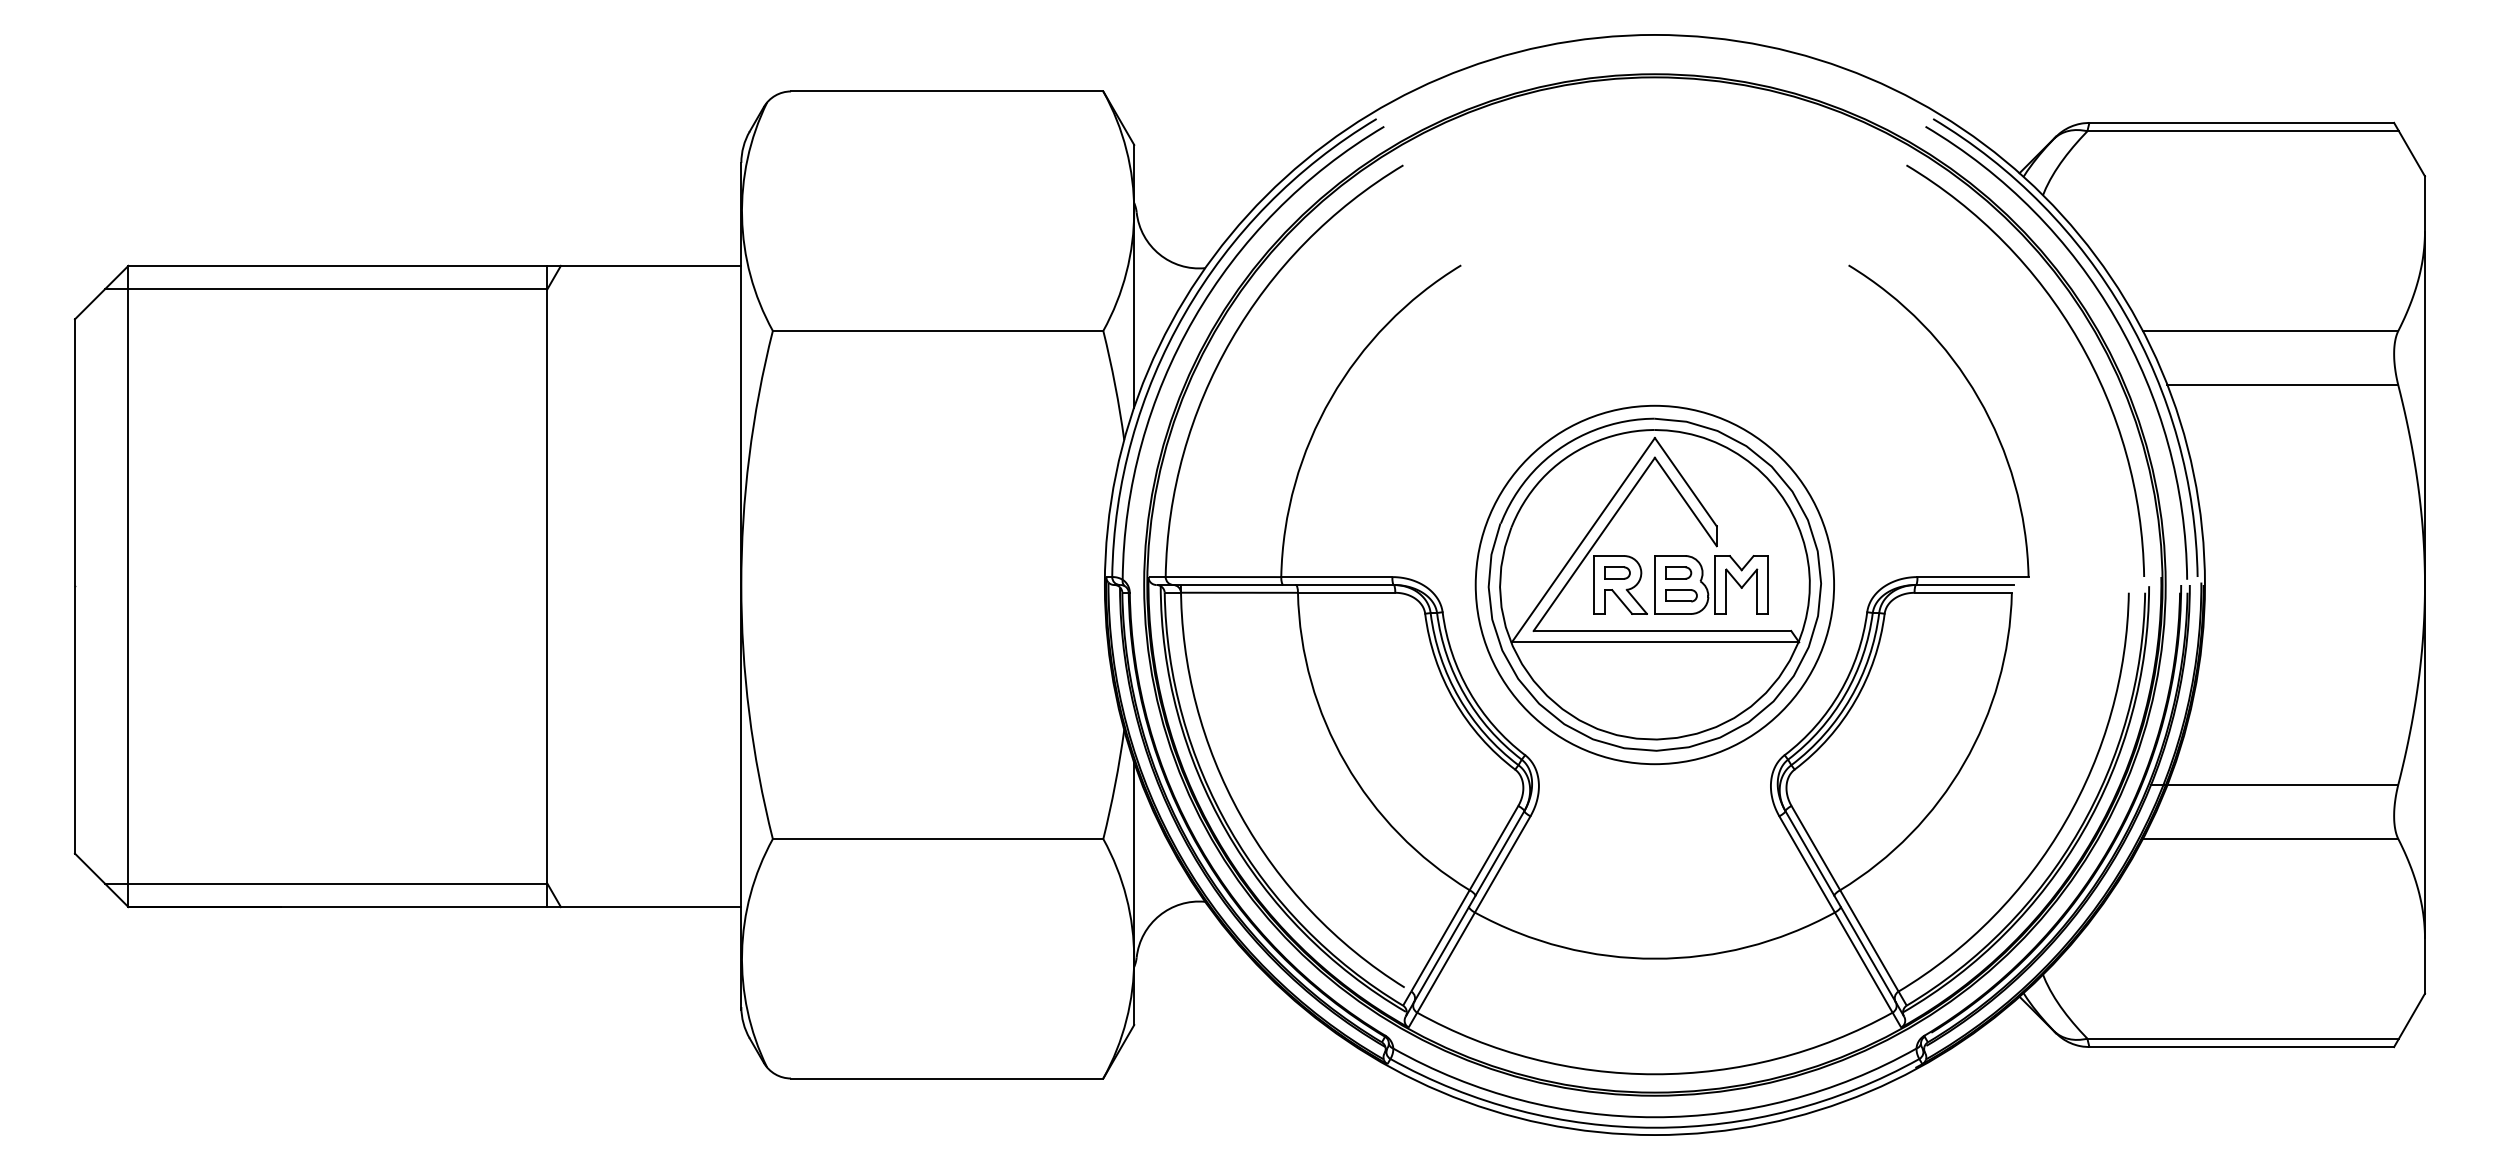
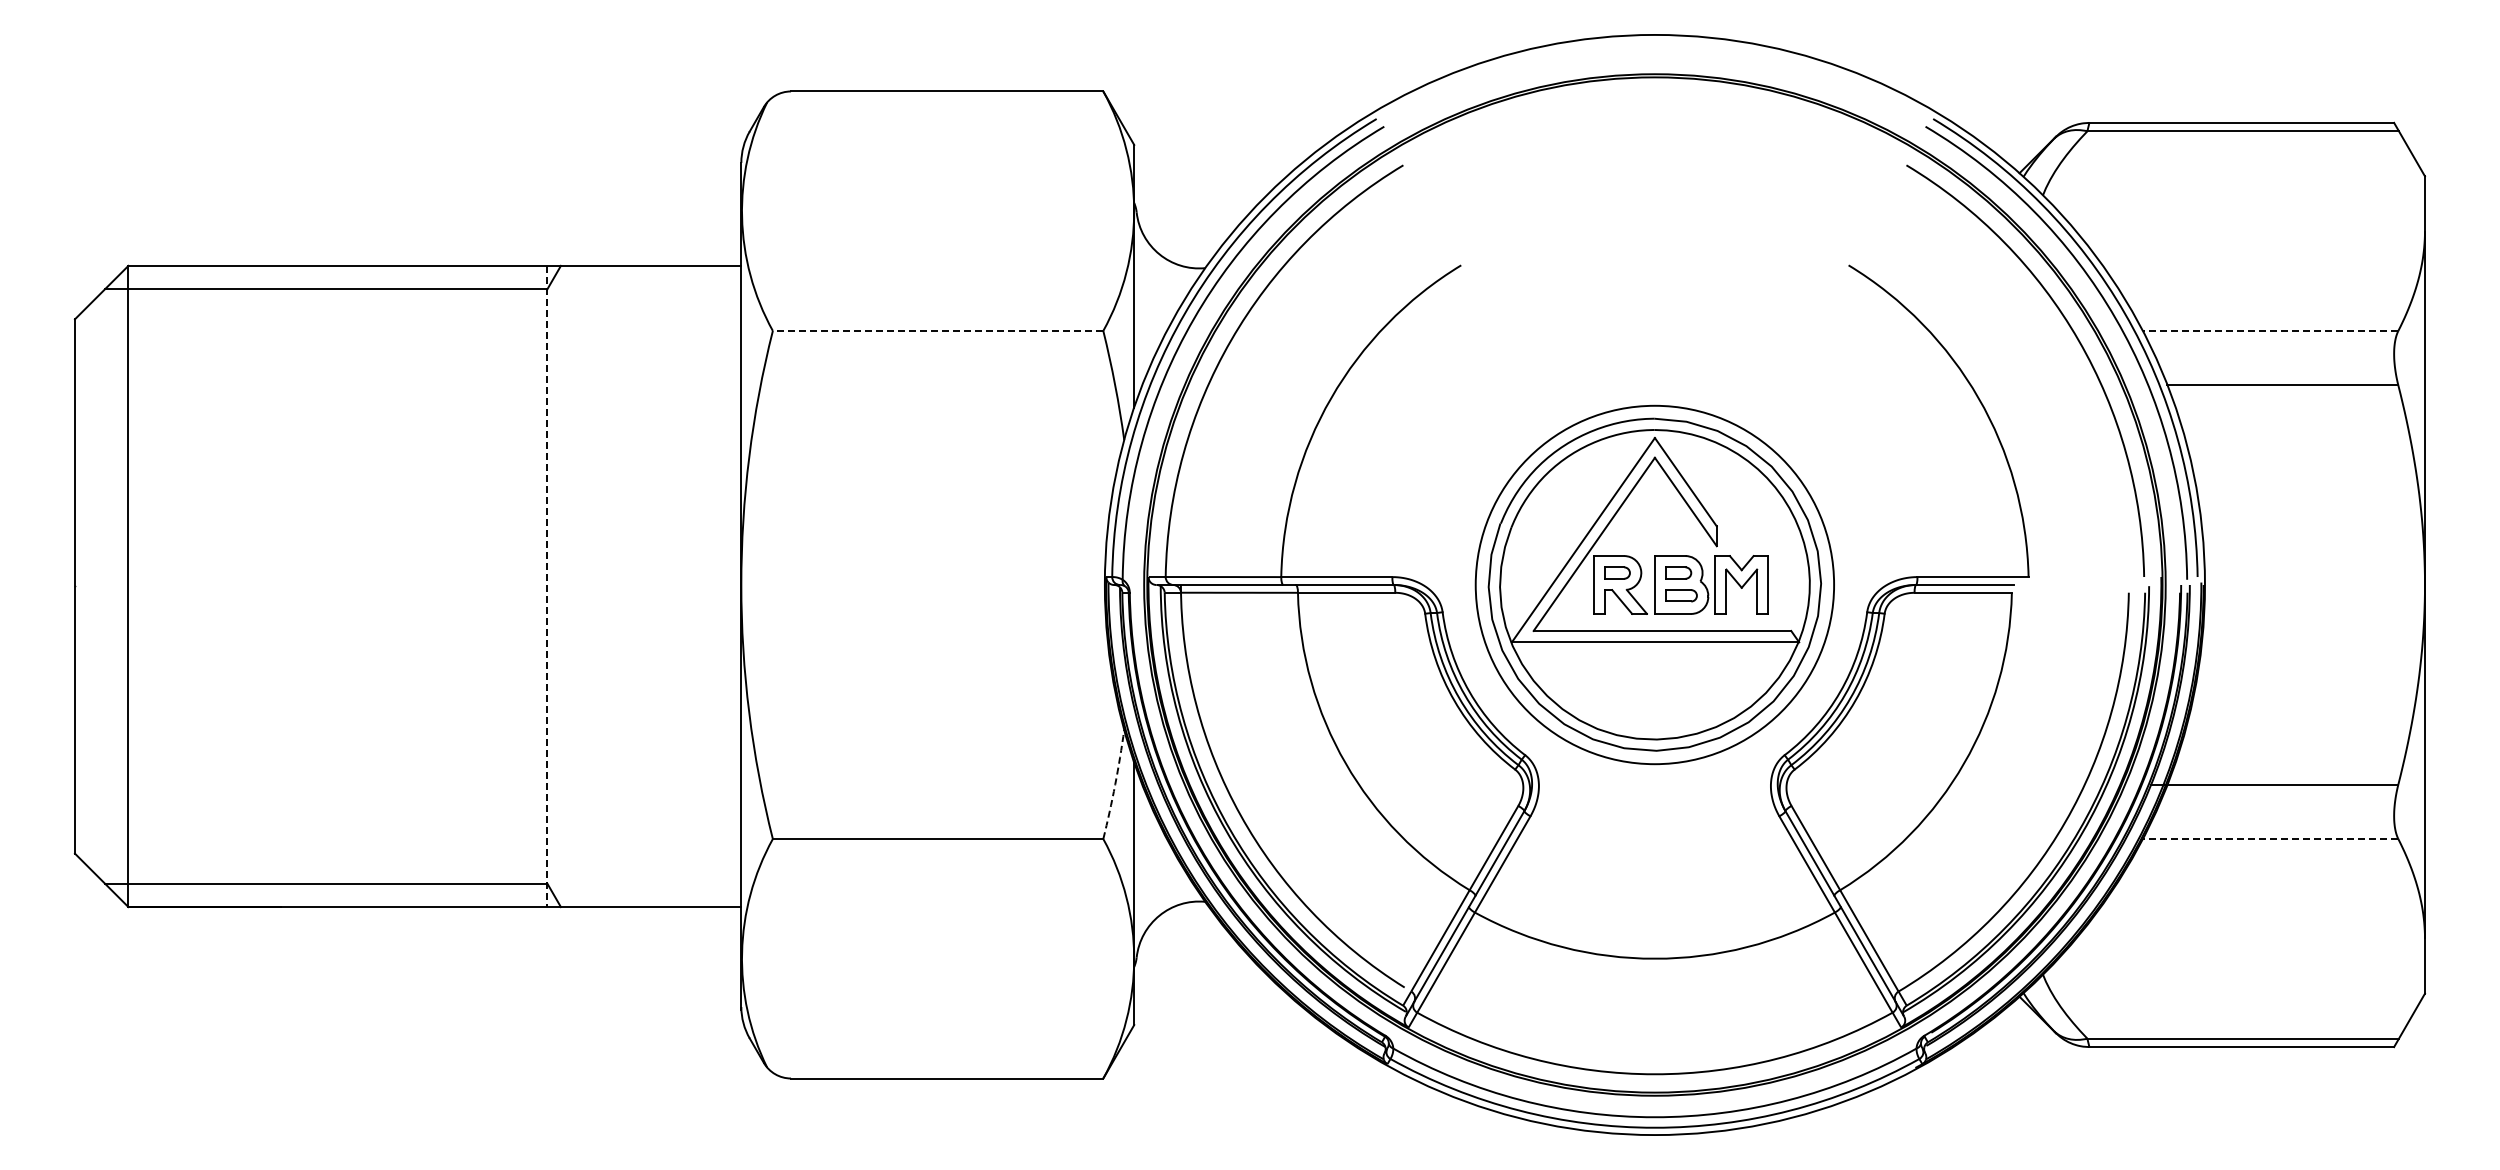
line at (937, 330): solid -> dashed
line at (2270, 330): solid -> dashed
line at (547, 586): solid -> dashed
arc at (1115, 784): solid -> dashed
line at (2270, 839): solid -> dashed
